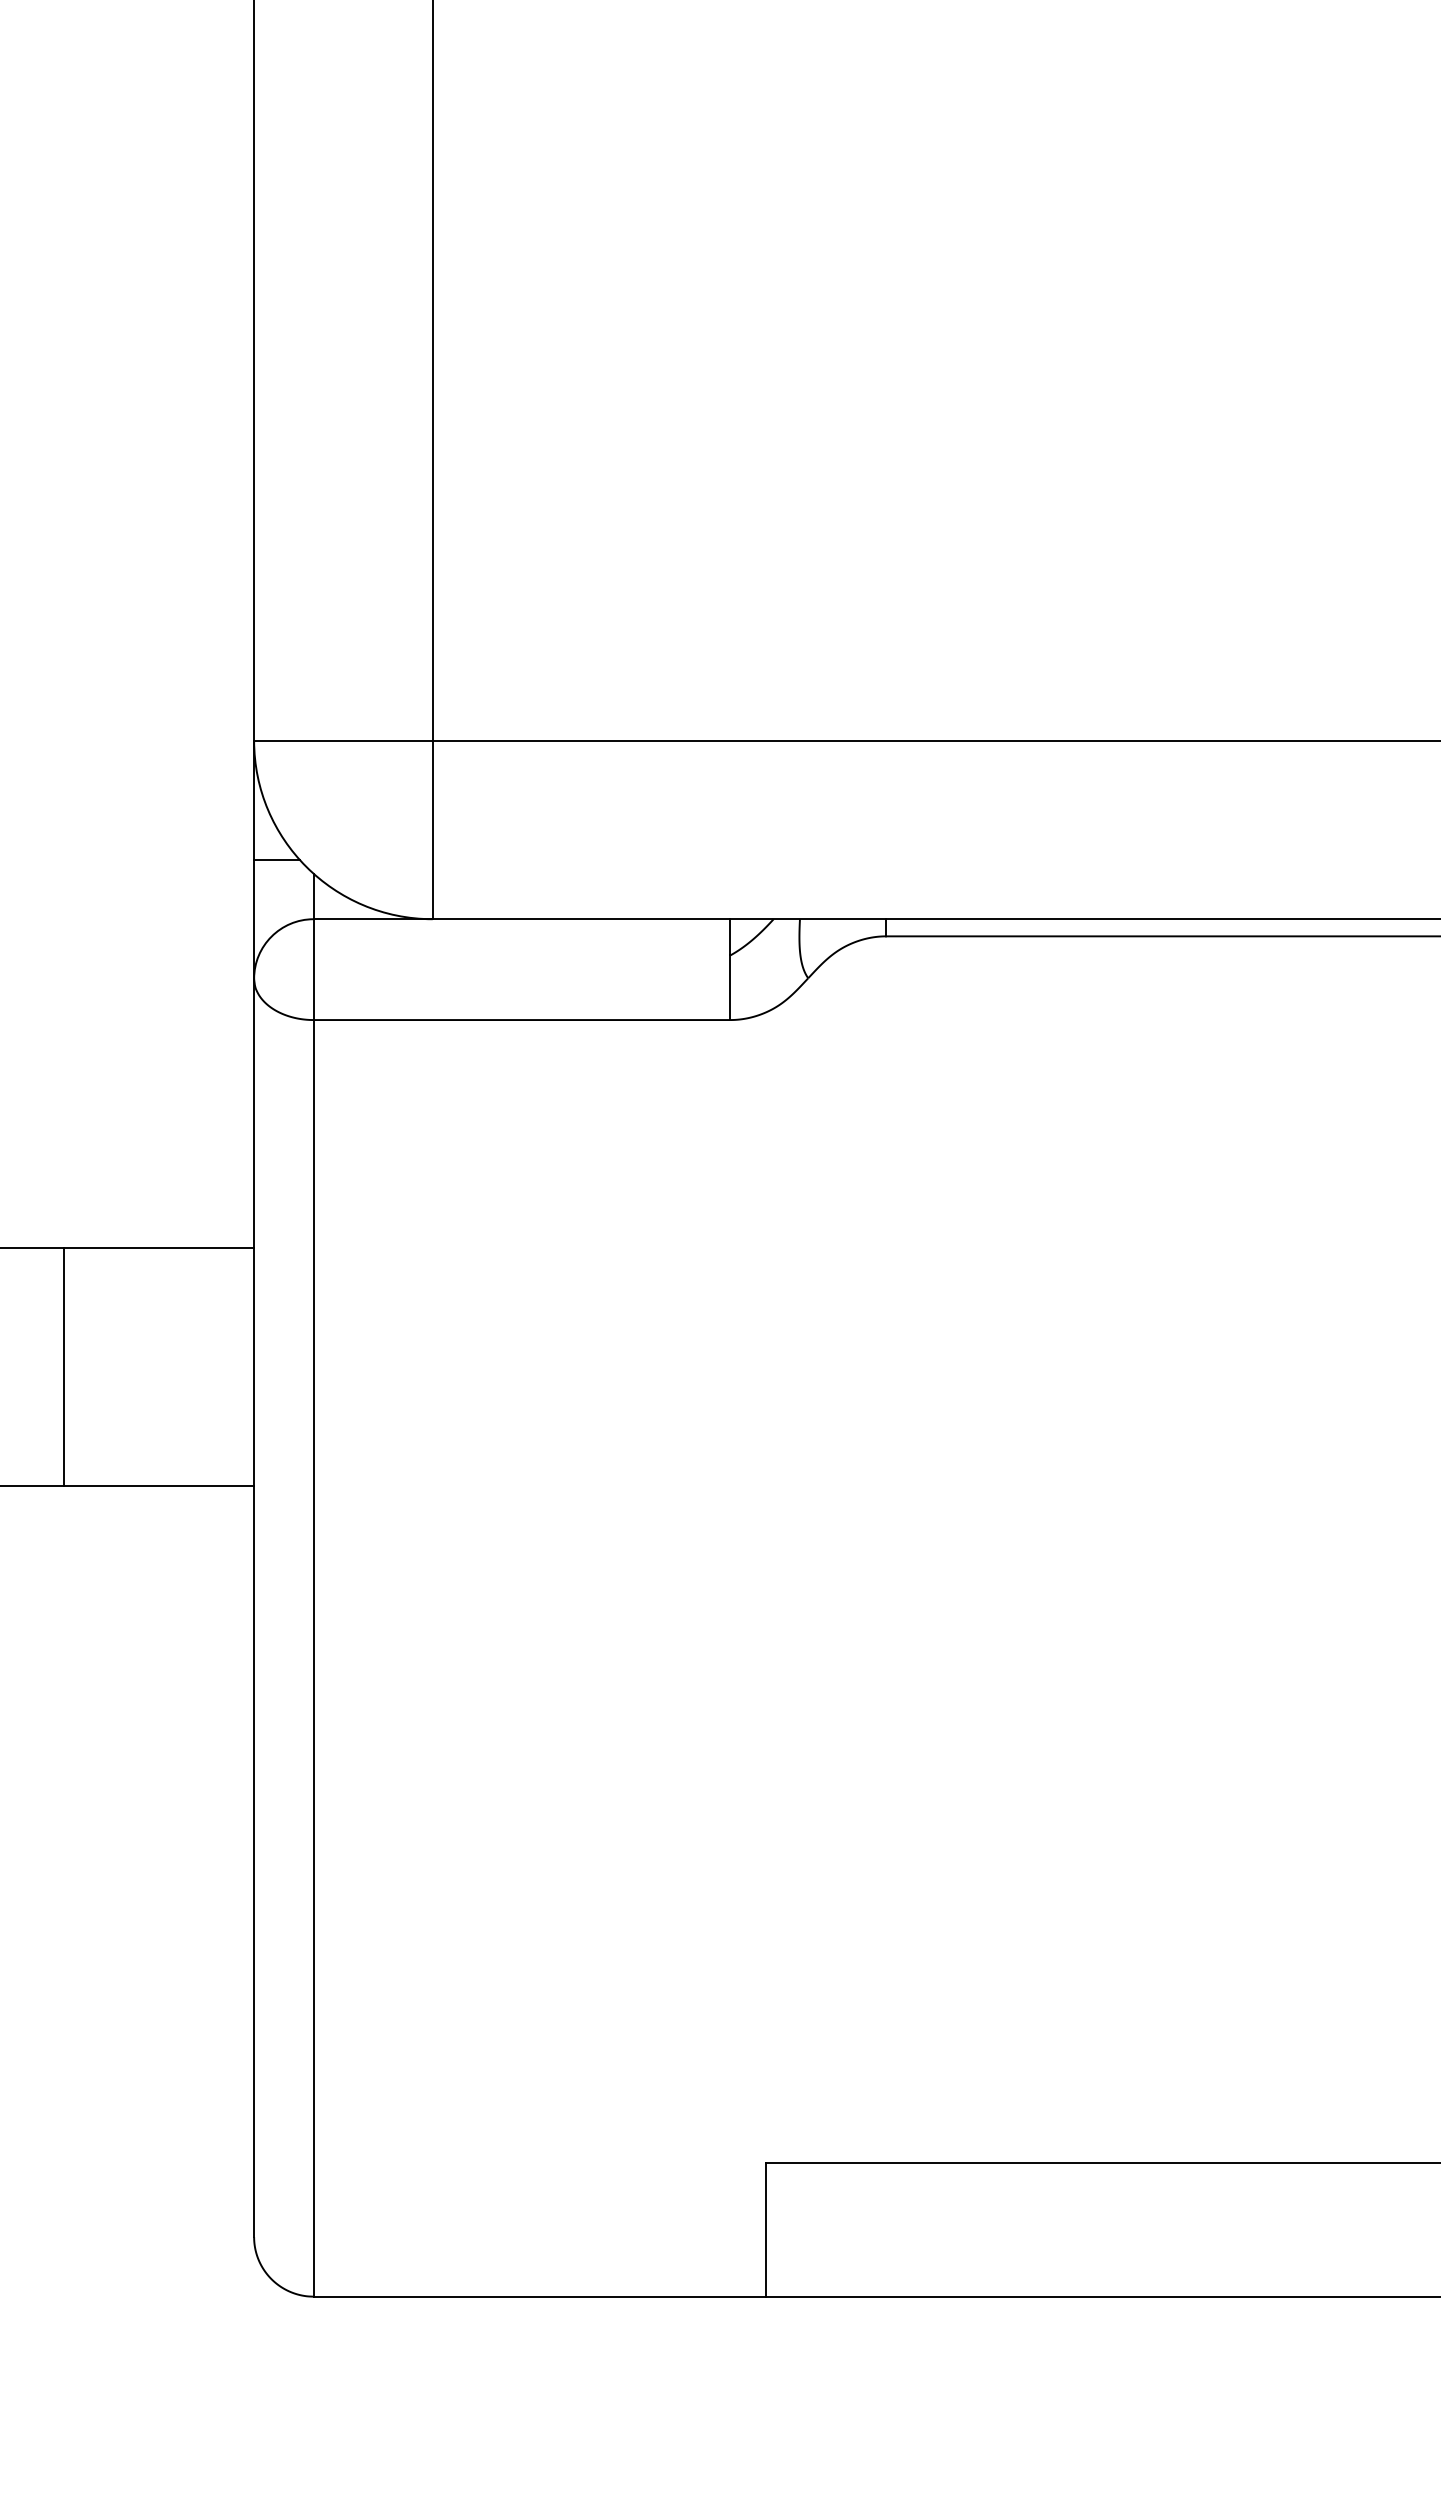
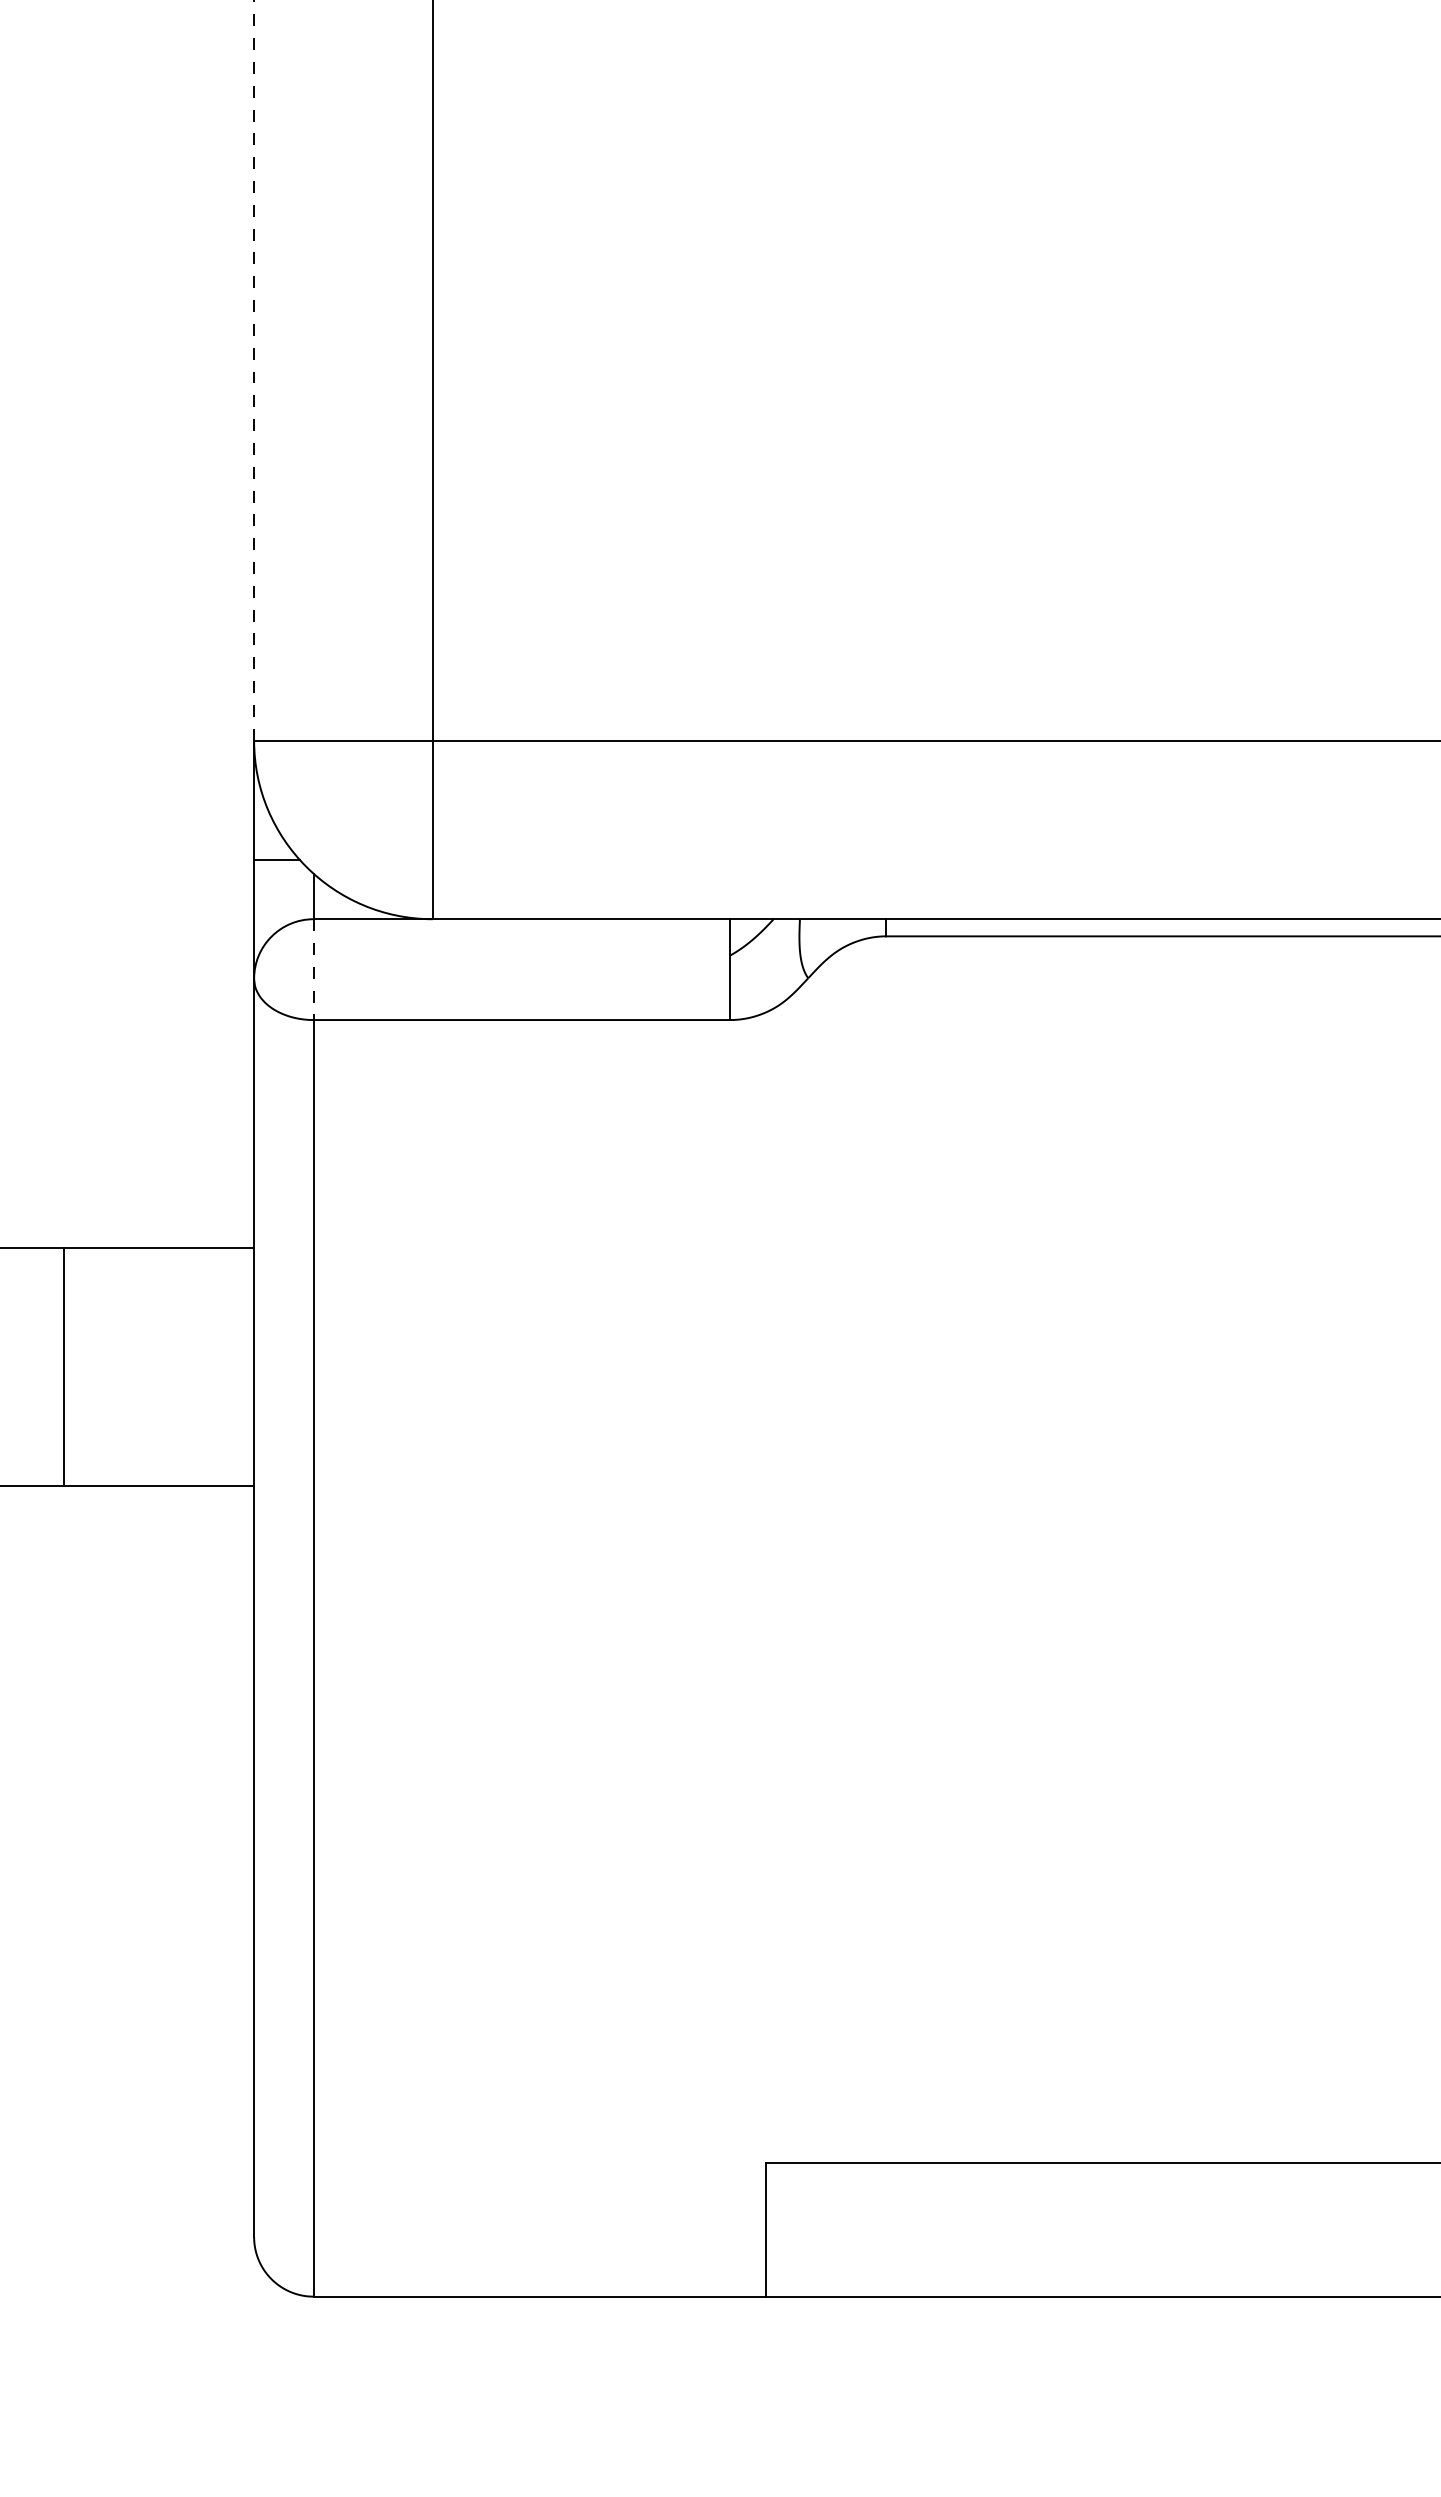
line at (254, 370): solid -> dashed
line at (313, 970): solid -> dashed
